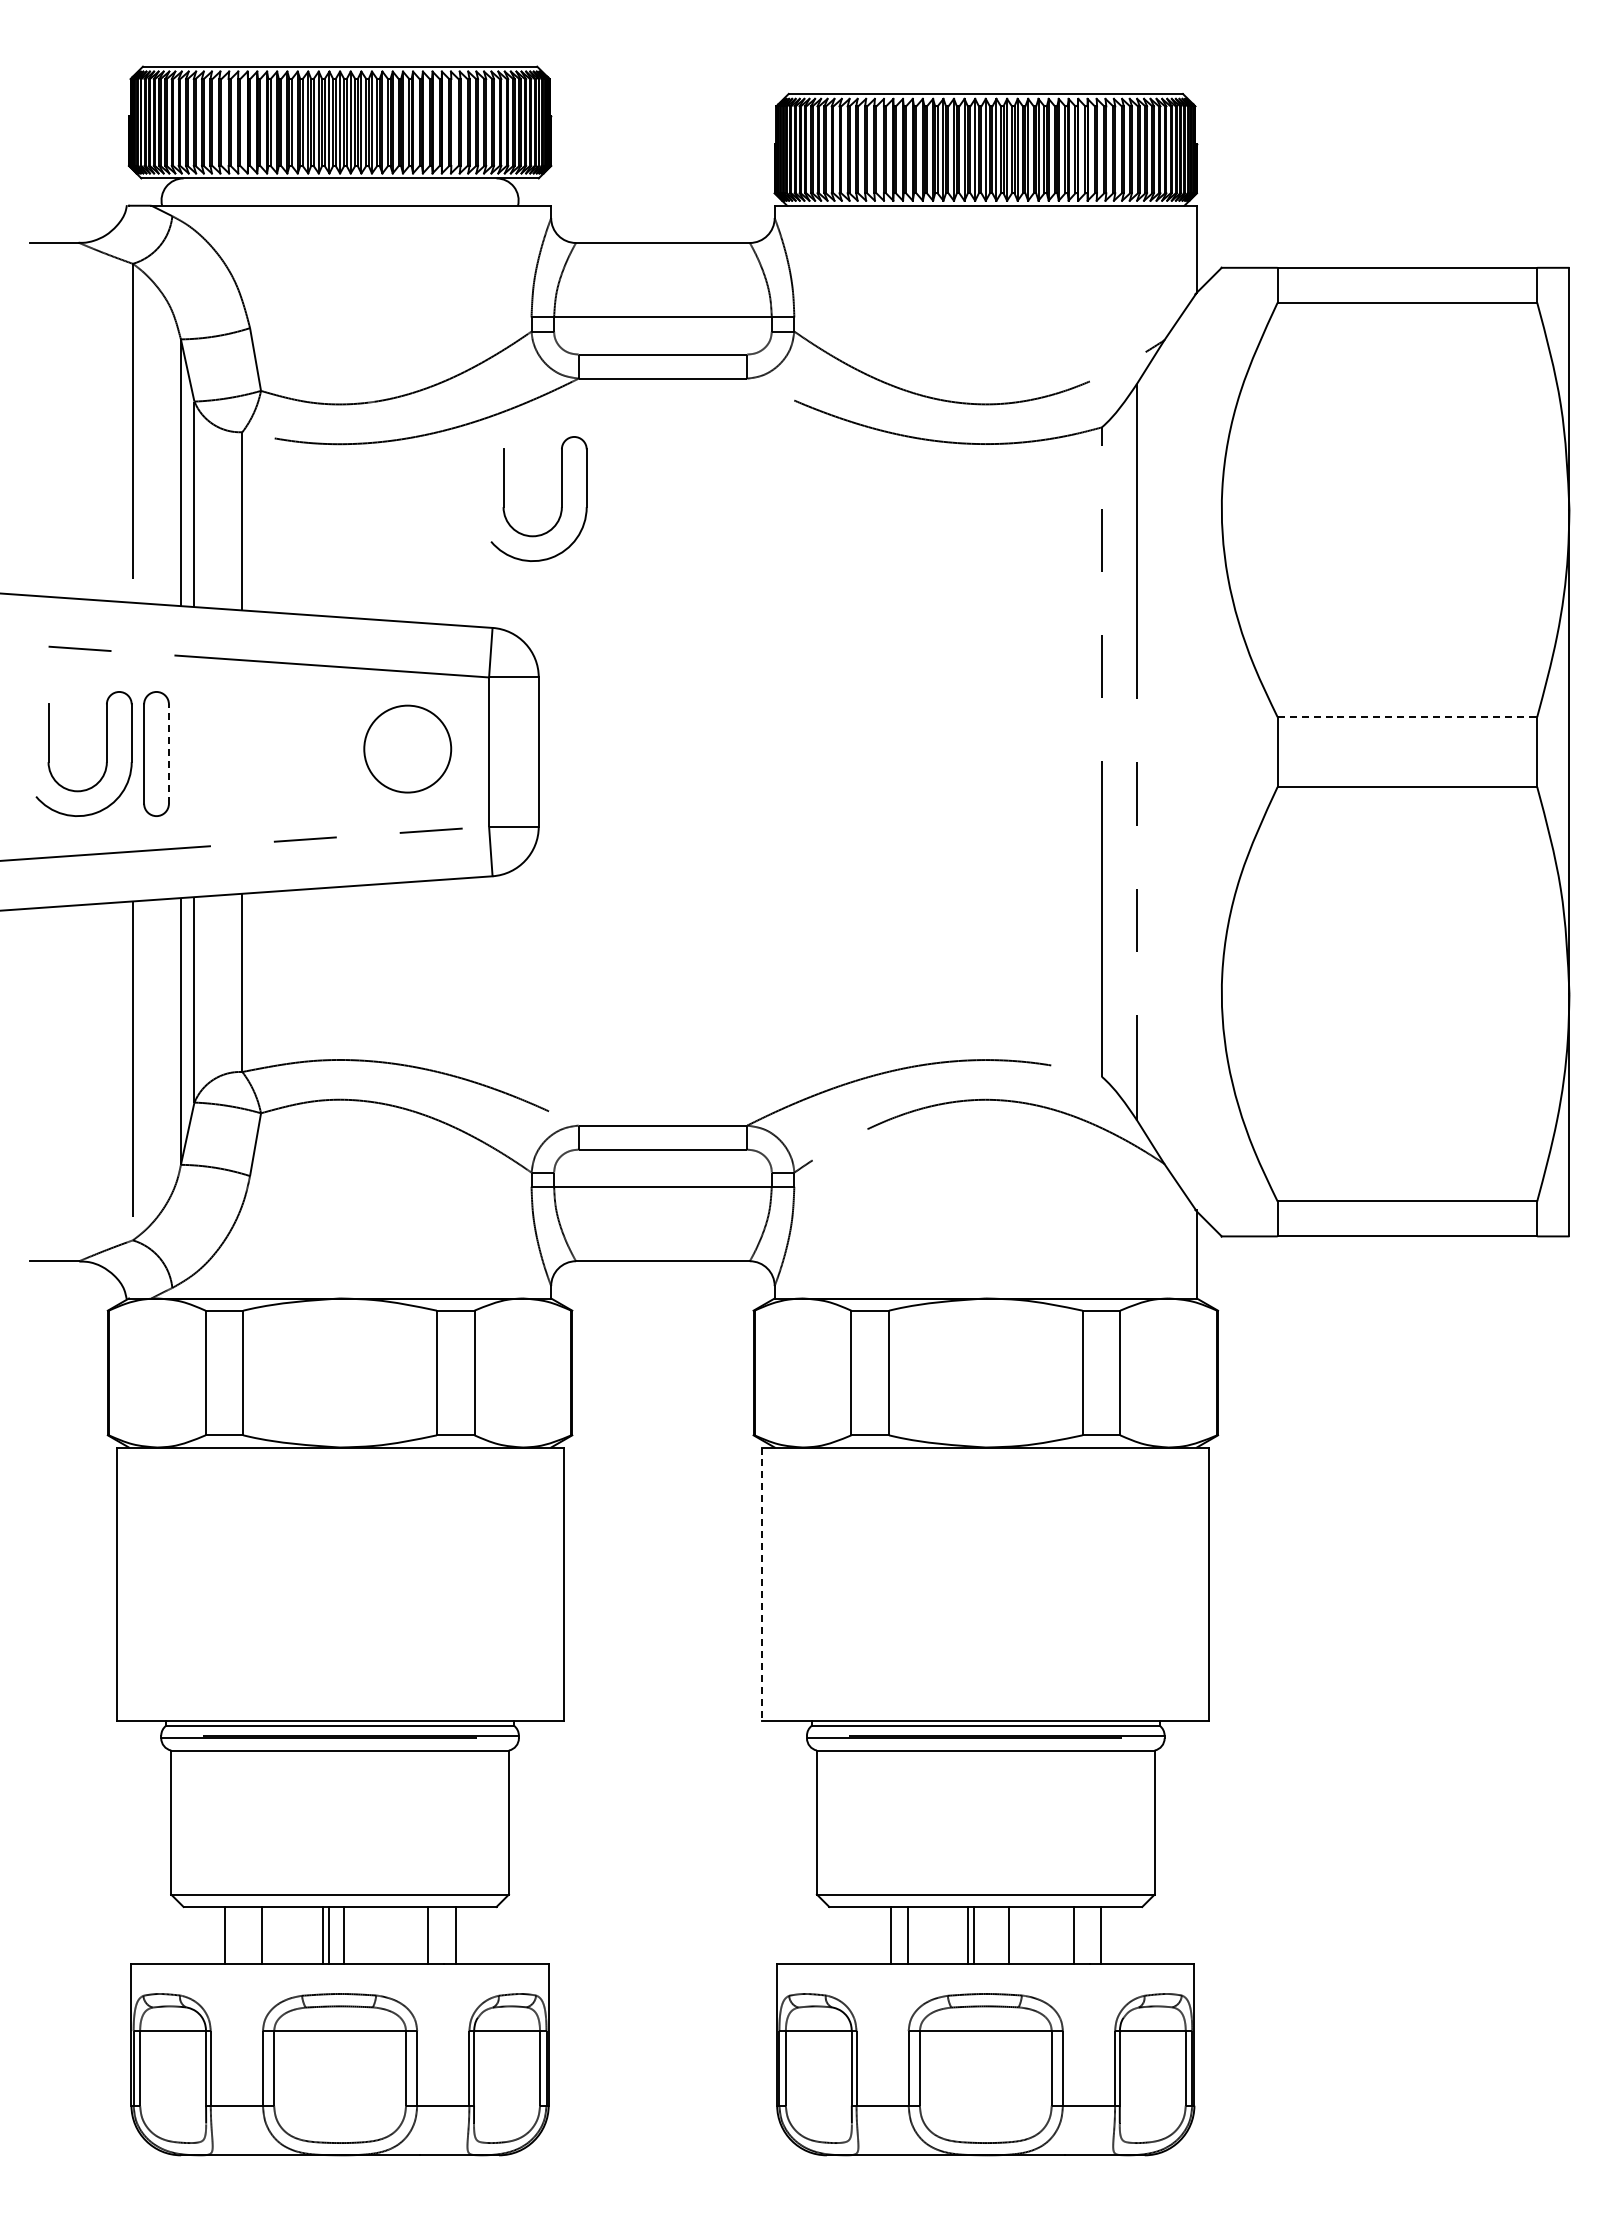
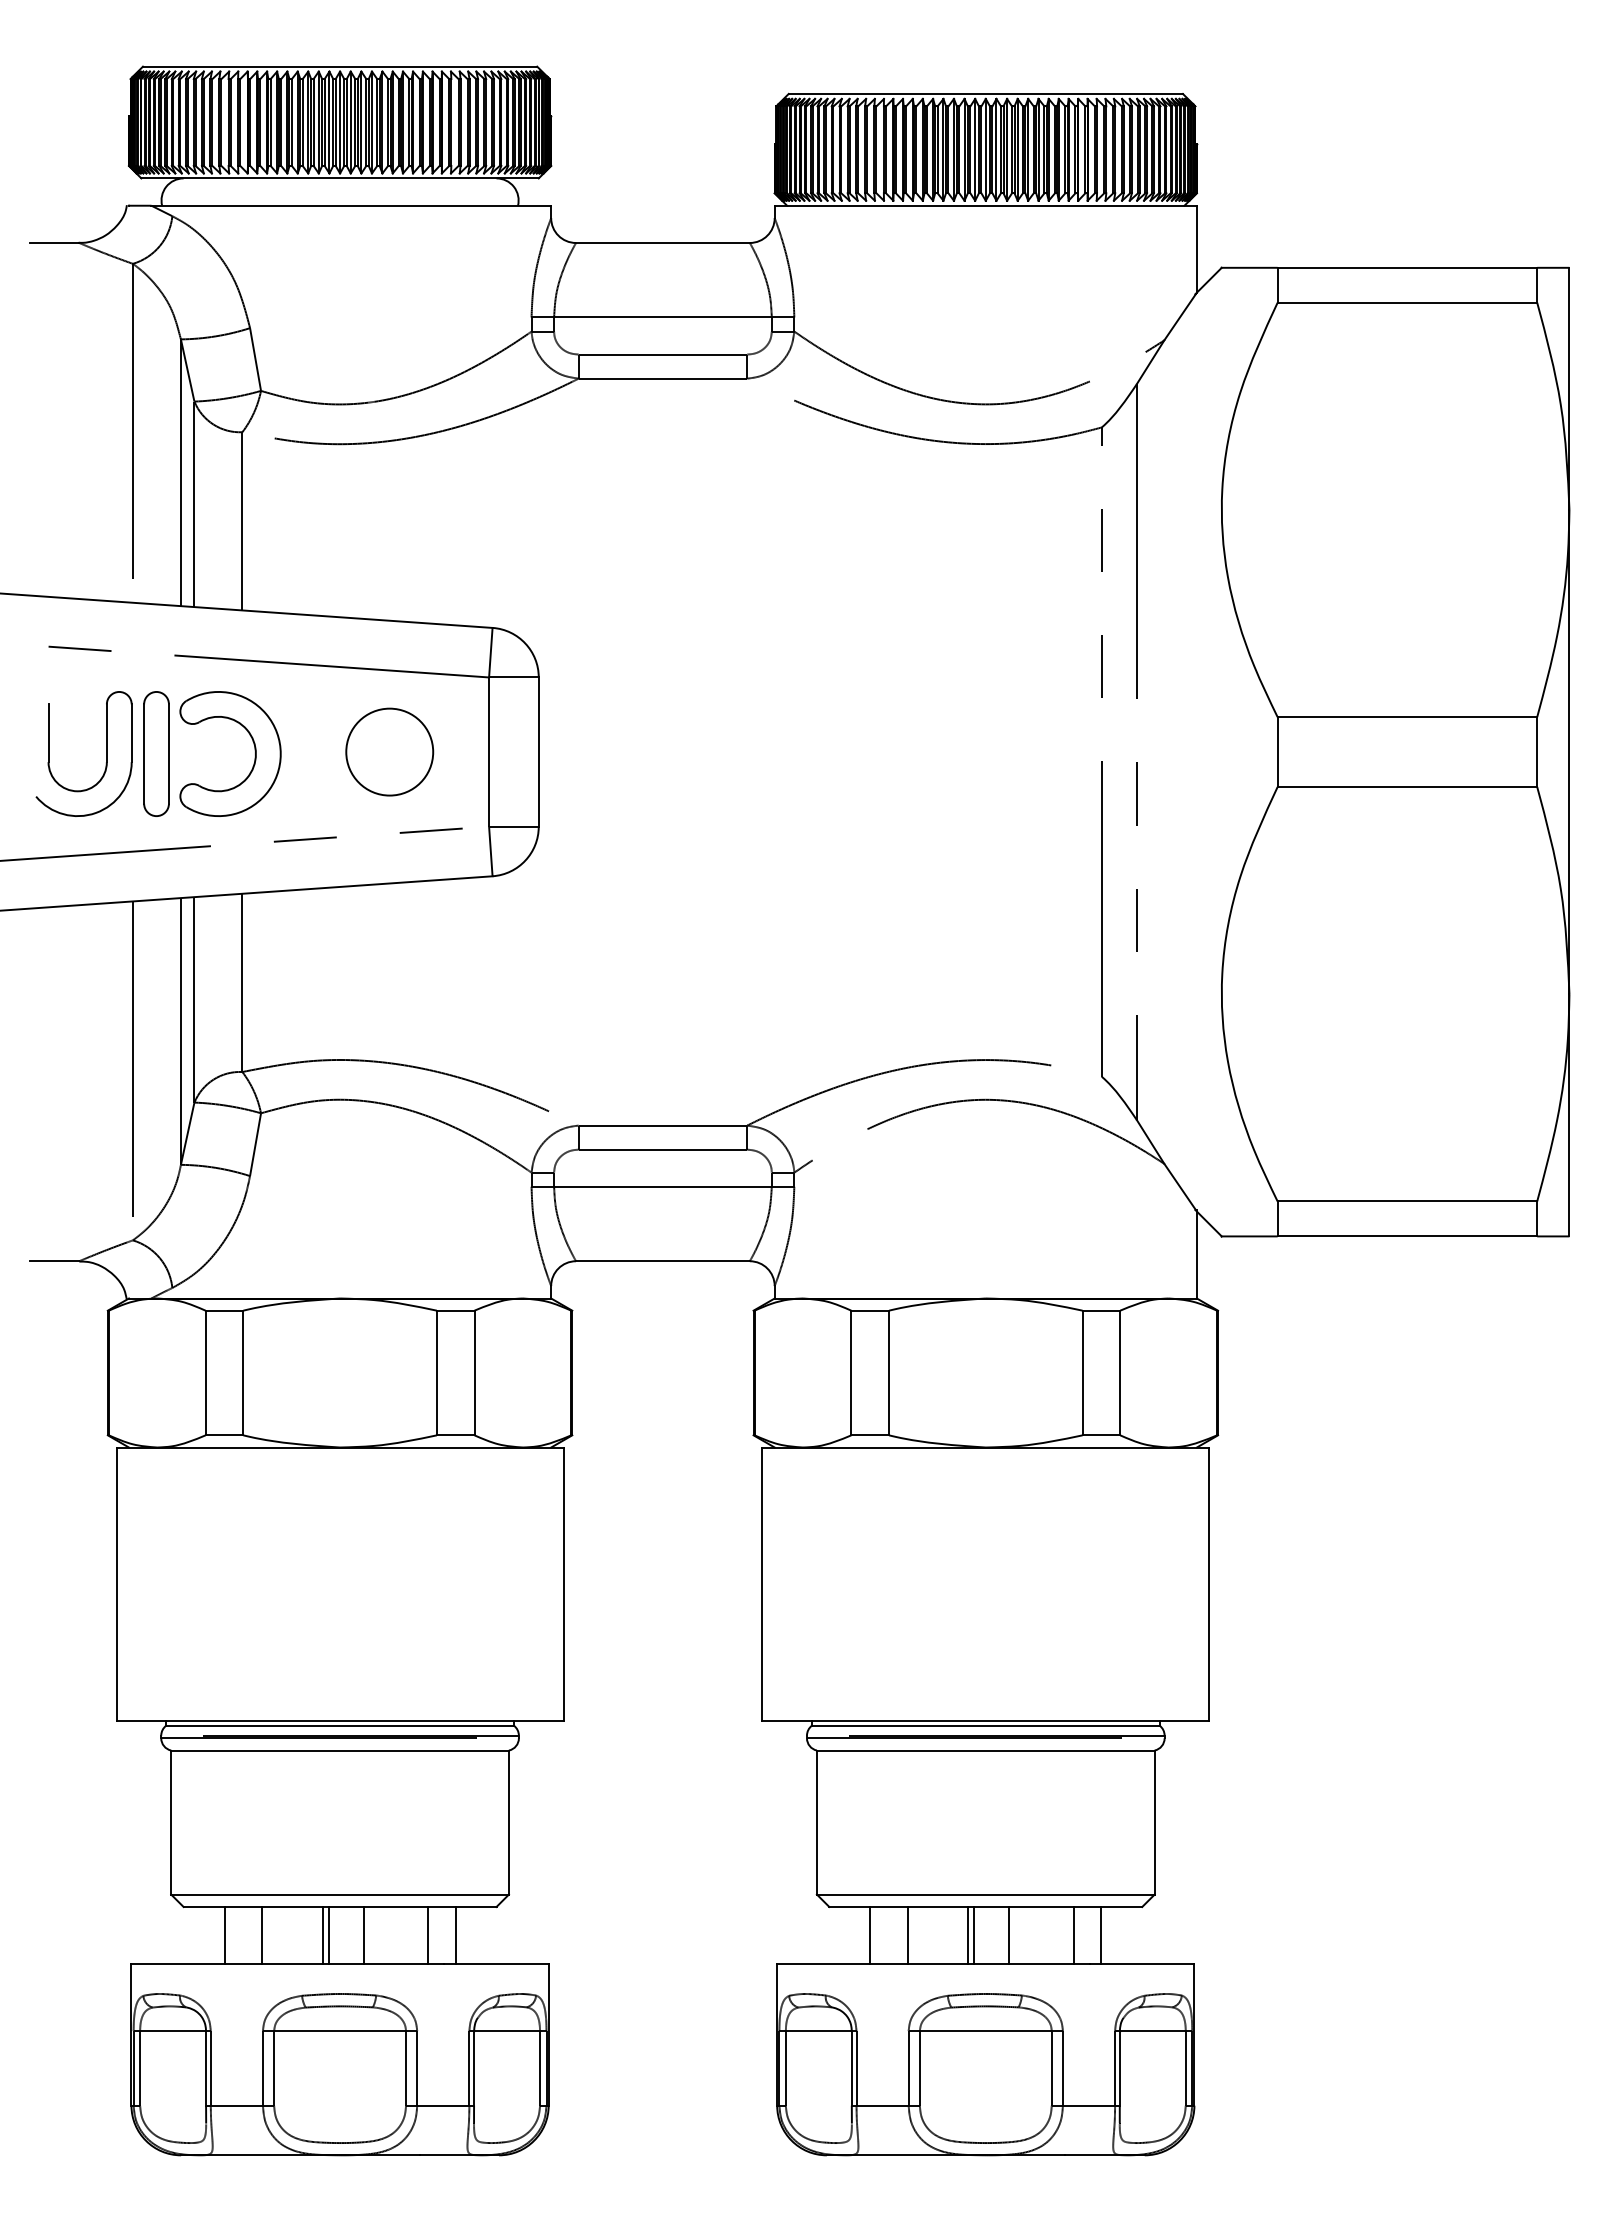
part at (561, 498): present -> none
line at (1407, 717): dashed -> solid
circle at (407, 748) position: (407, 748) -> (389, 751)
part at (254, 750): none -> present
line at (168, 754): dashed -> solid
line at (762, 1584): dashed -> solid
line at (343, 1935) position: (343, 1935) -> (363, 1935)
line at (891, 1935) position: (891, 1935) -> (870, 1935)
